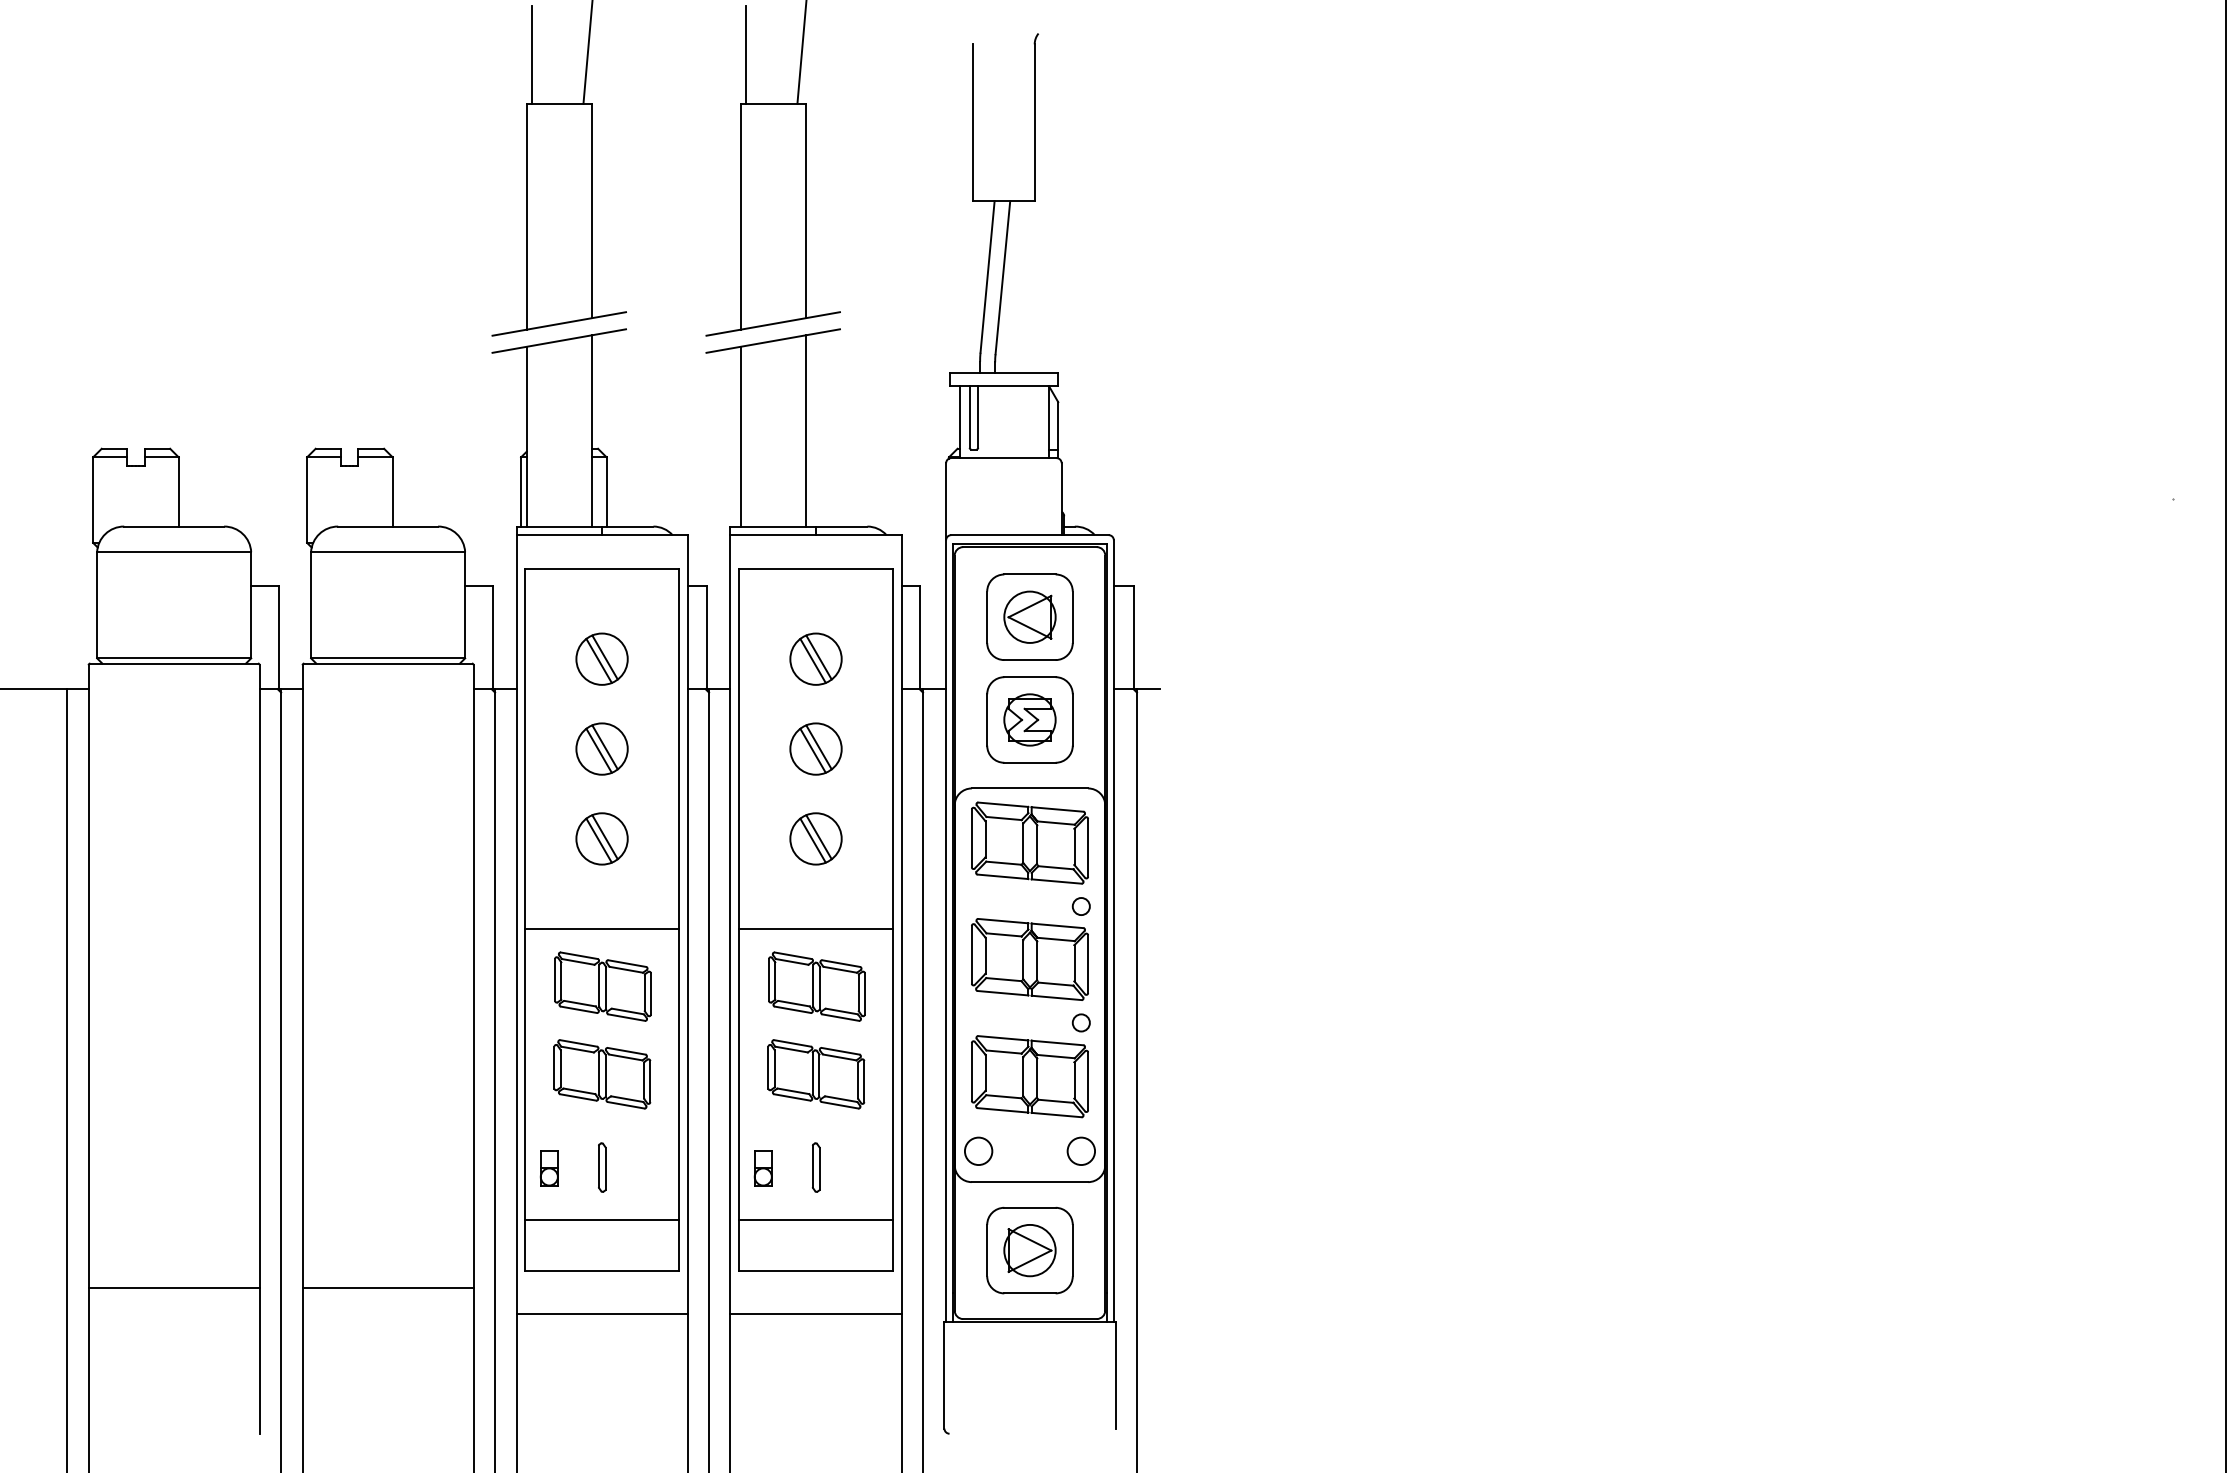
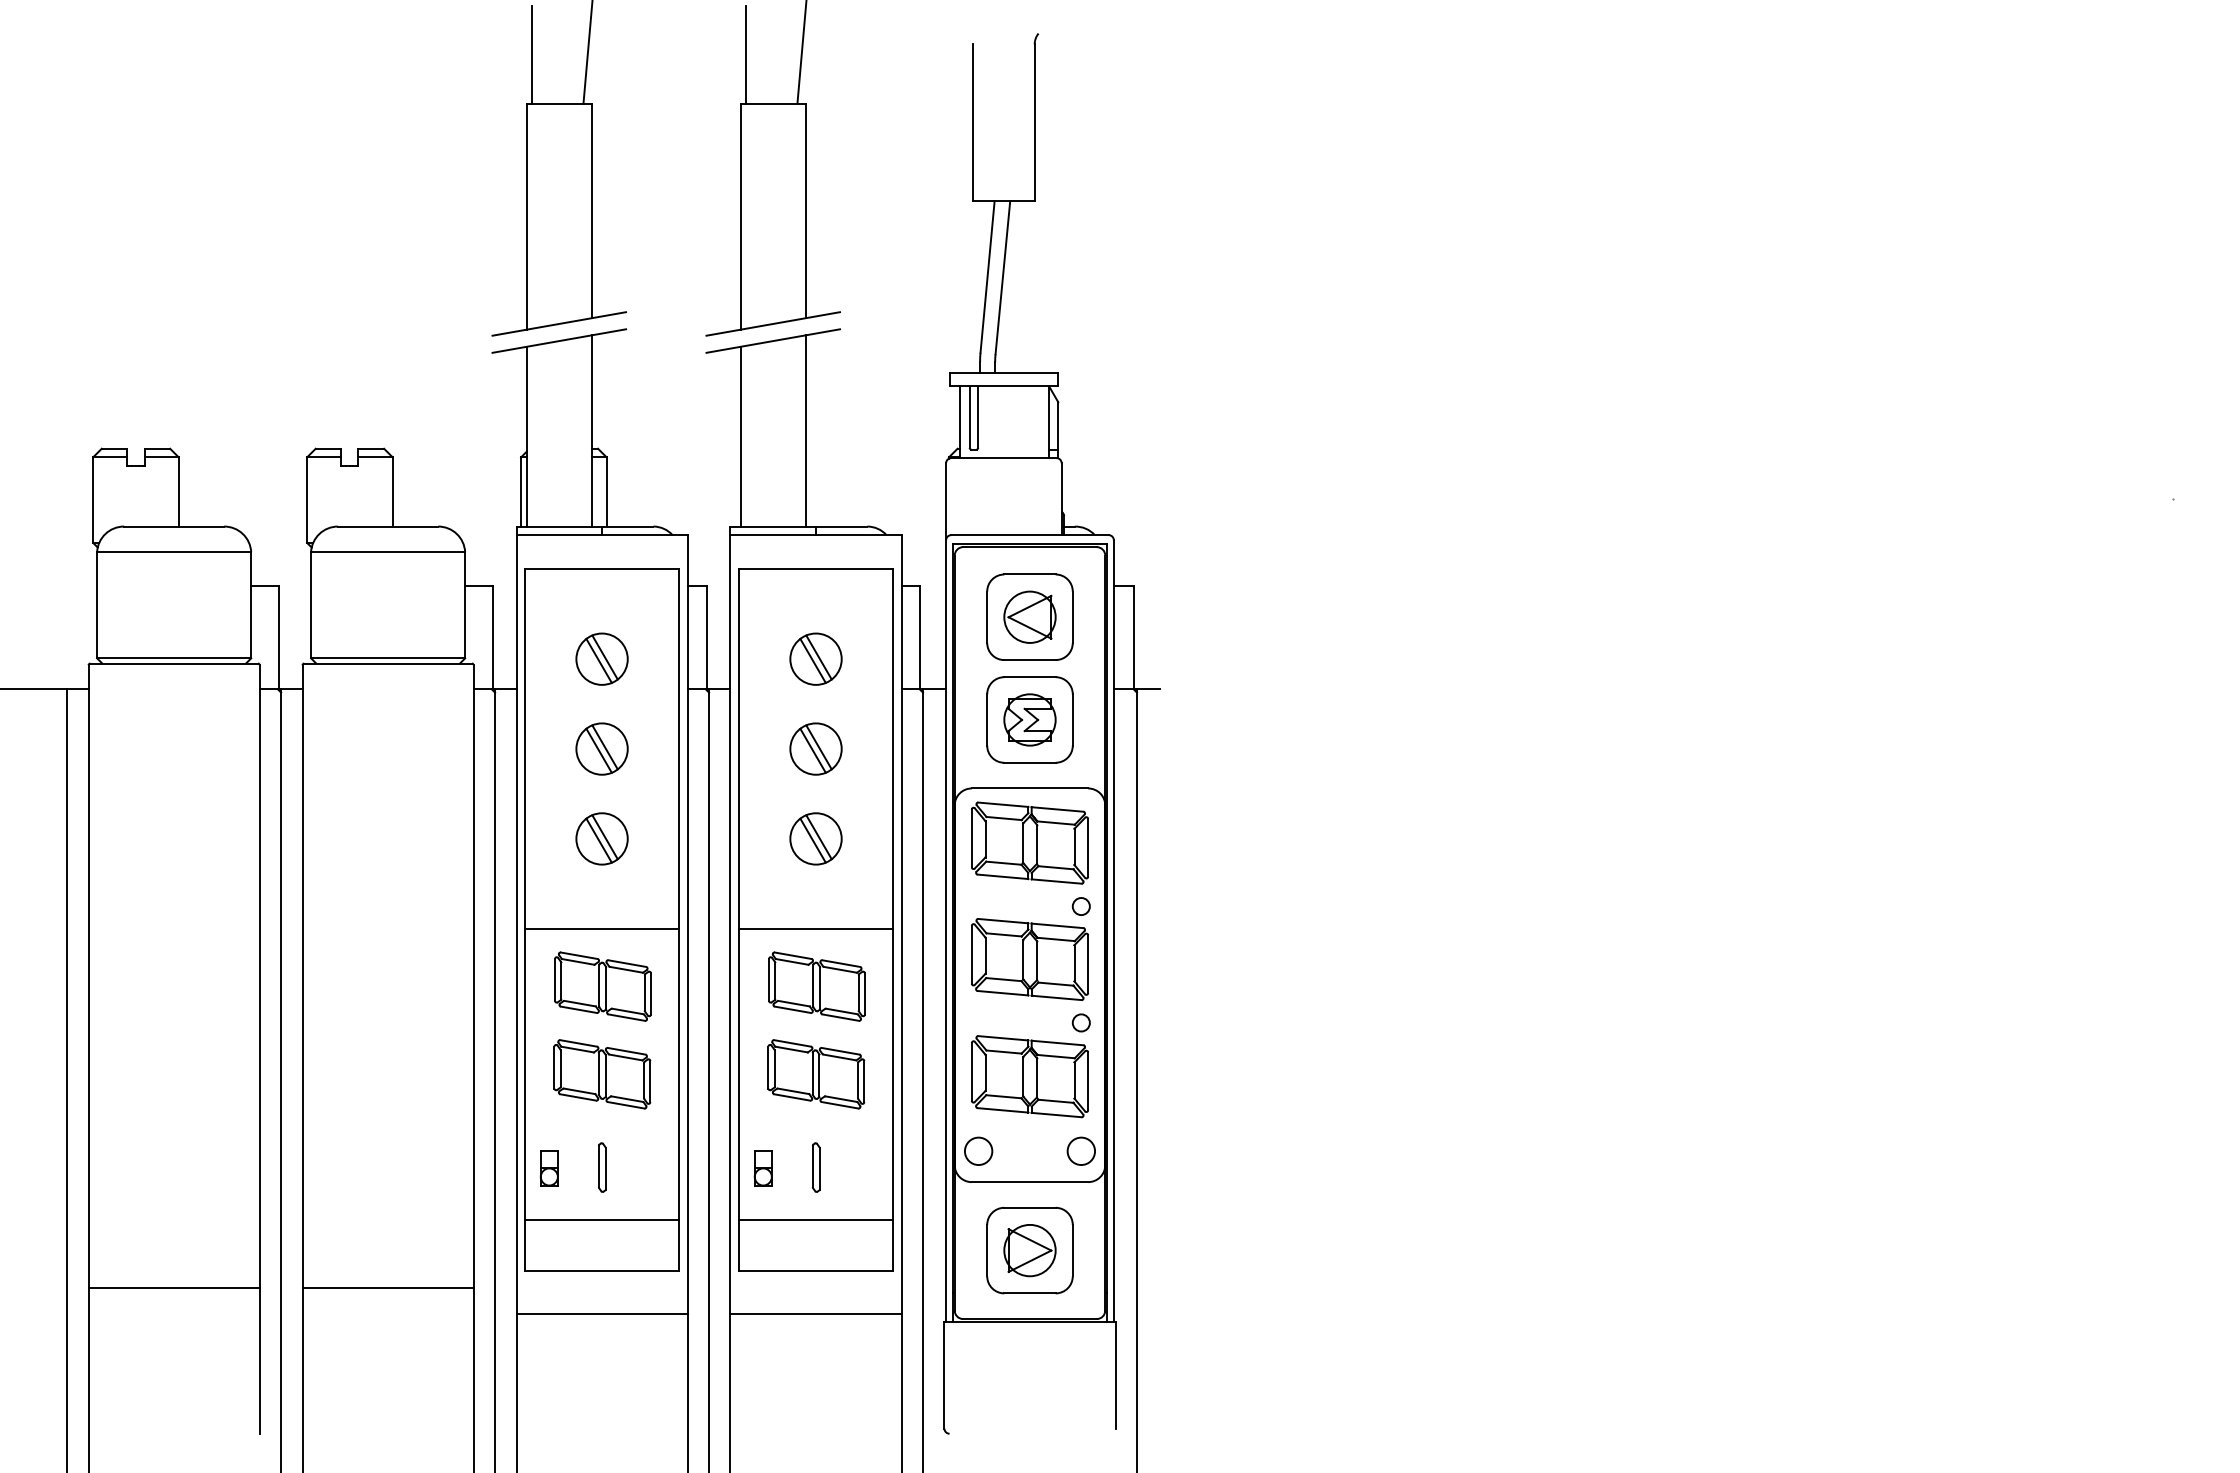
line at (2225, 735): present -> none
